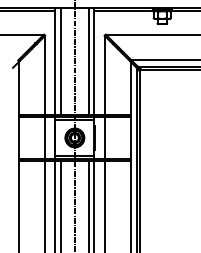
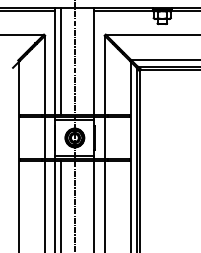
line at (89, 60): present -> none
line at (89, 205): present -> none
